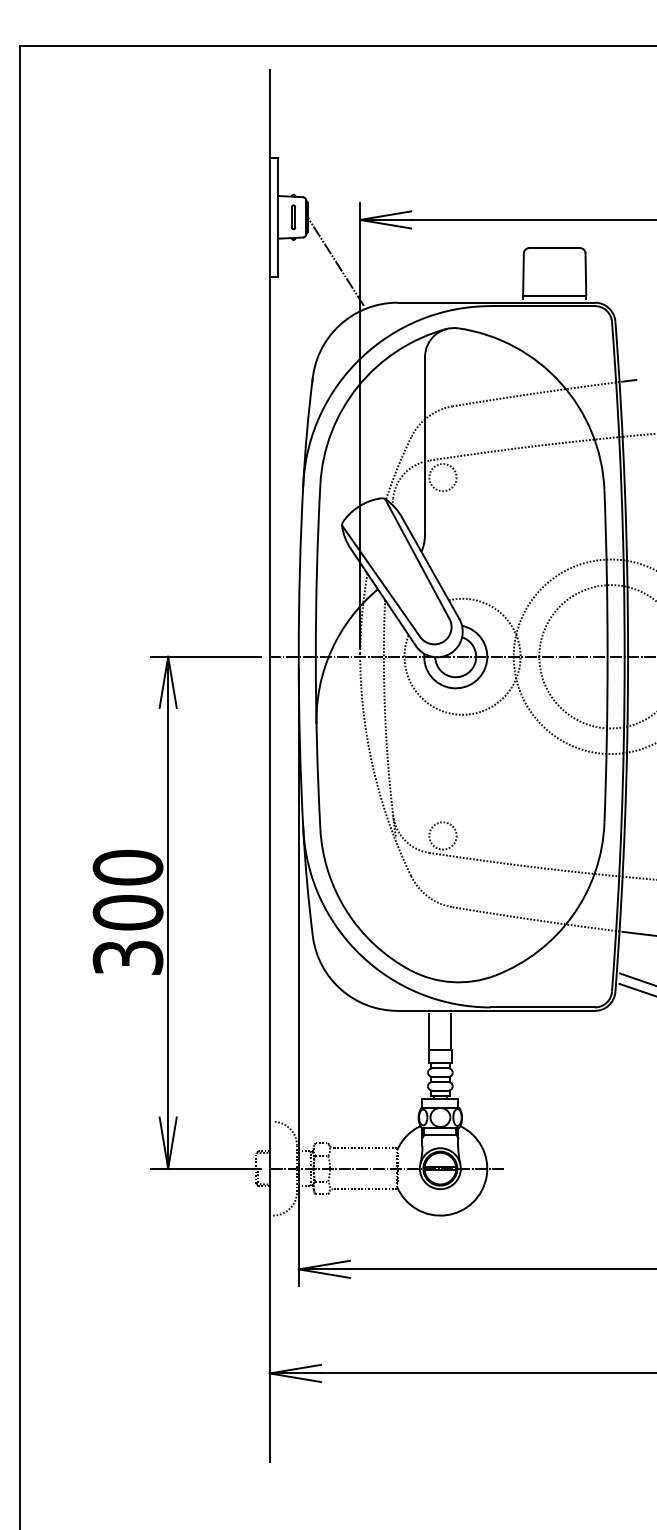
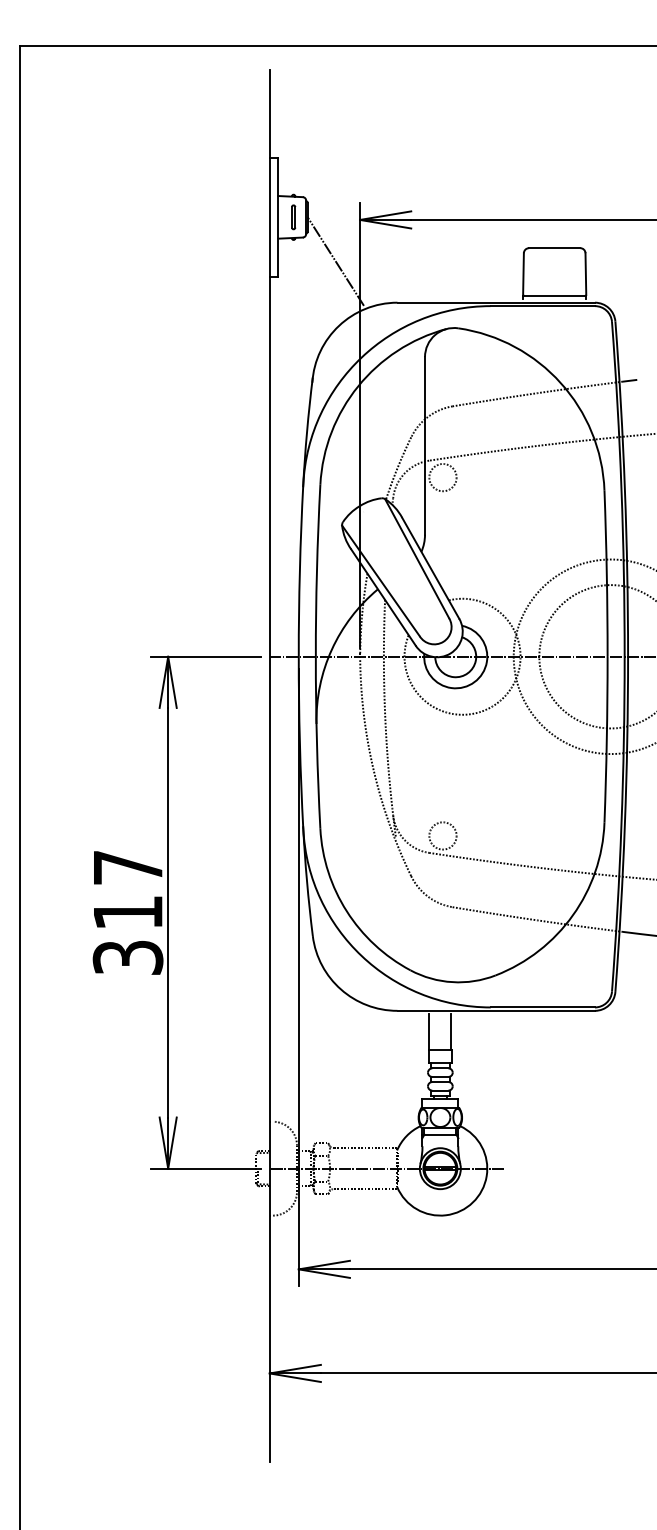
text at (127, 890): 300 -> 317
line at (636, 979): present -> none
line at (636, 989): present -> none
